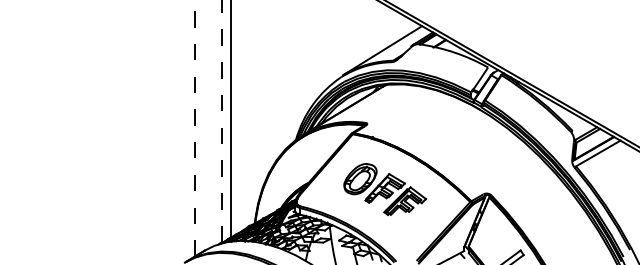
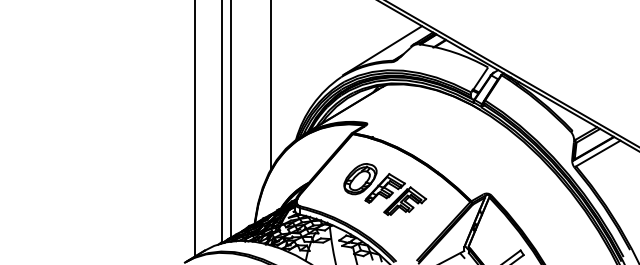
line at (270, 85): none -> present
line at (222, 121): dashed -> solid
line at (194, 128): dashed -> solid
